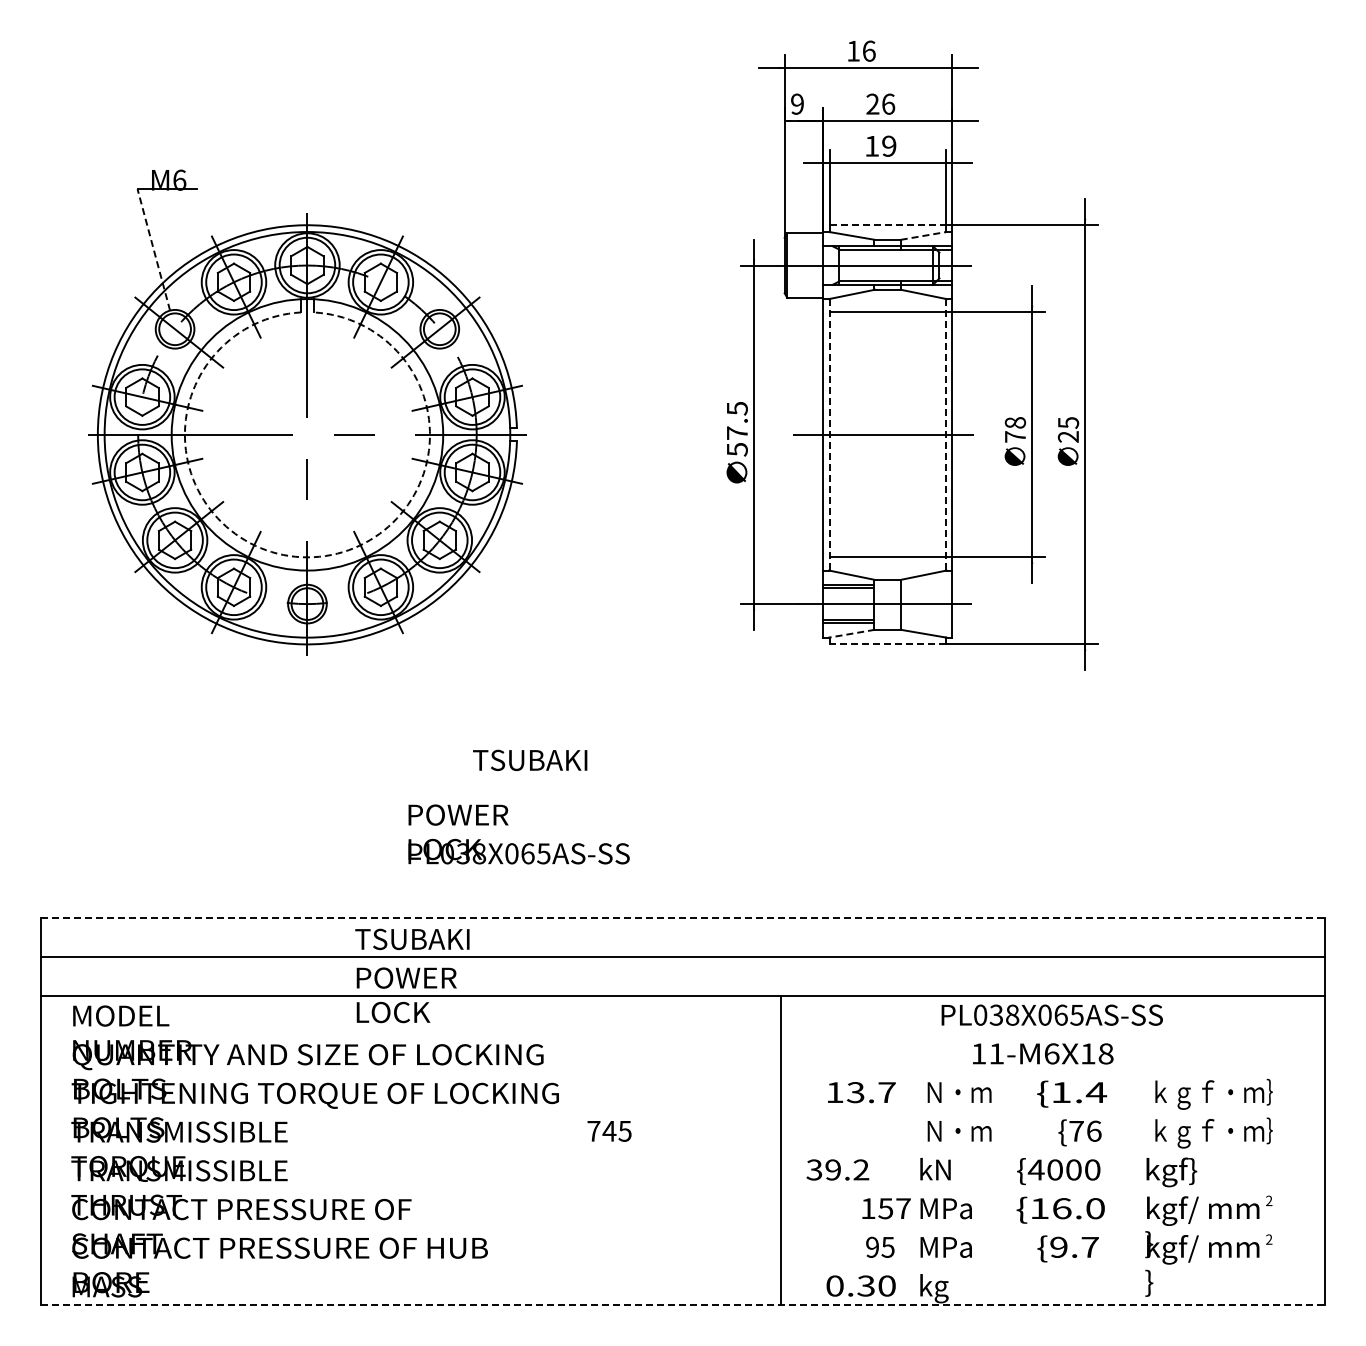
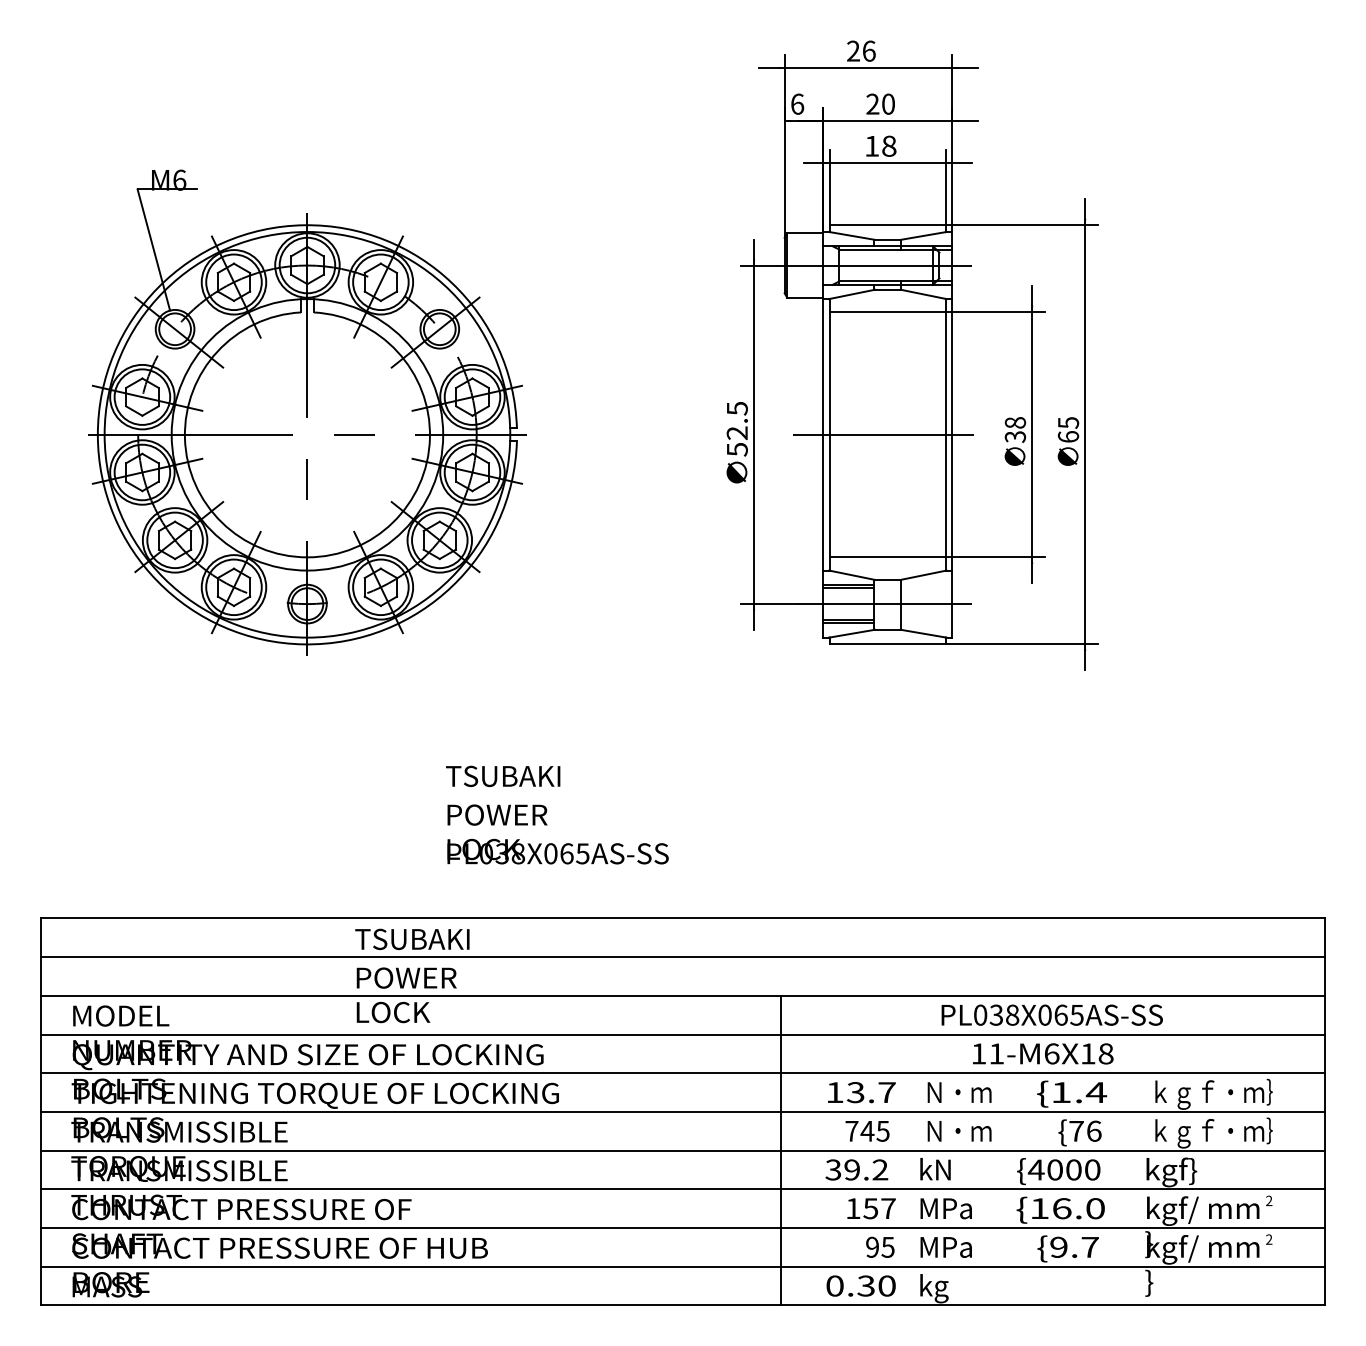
text at (853, 50): 16 -> 26
text at (797, 103): 9 -> 6
text at (888, 103): 26 -> 20
text at (889, 145): 19 -> 18
line at (888, 225): dashed -> solid
line at (923, 235): dashed -> solid
line at (153, 249): dashed -> solid
text at (736, 432): 57.5 -> 52.5
line at (829, 434): dashed -> solid
line at (945, 434): dashed -> solid
text at (1015, 436): 78 -> 38
text at (1068, 436): 25 -> 65
arc at (307, 557): dashed -> solid
line at (852, 633): dashed -> solid
line at (887, 644): dashed -> solid
text at (530, 759) position: (530, 759) -> (503, 775)
text at (518, 834) position: (518, 834) -> (557, 834)
line at (683, 918): dashed -> solid
line at (682, 1034): none -> present
line at (682, 1073): none -> present
line at (682, 1111): none -> present
text at (609, 1131) position: (609, 1131) -> (867, 1131)
line at (682, 1150): none -> present
text at (837, 1169) position: (837, 1169) -> (856, 1169)
line at (682, 1189): none -> present
text at (886, 1208) position: (886, 1208) -> (871, 1208)
line at (682, 1228): none -> present
line at (682, 1266): none -> present
line at (683, 1305): dashed -> solid
